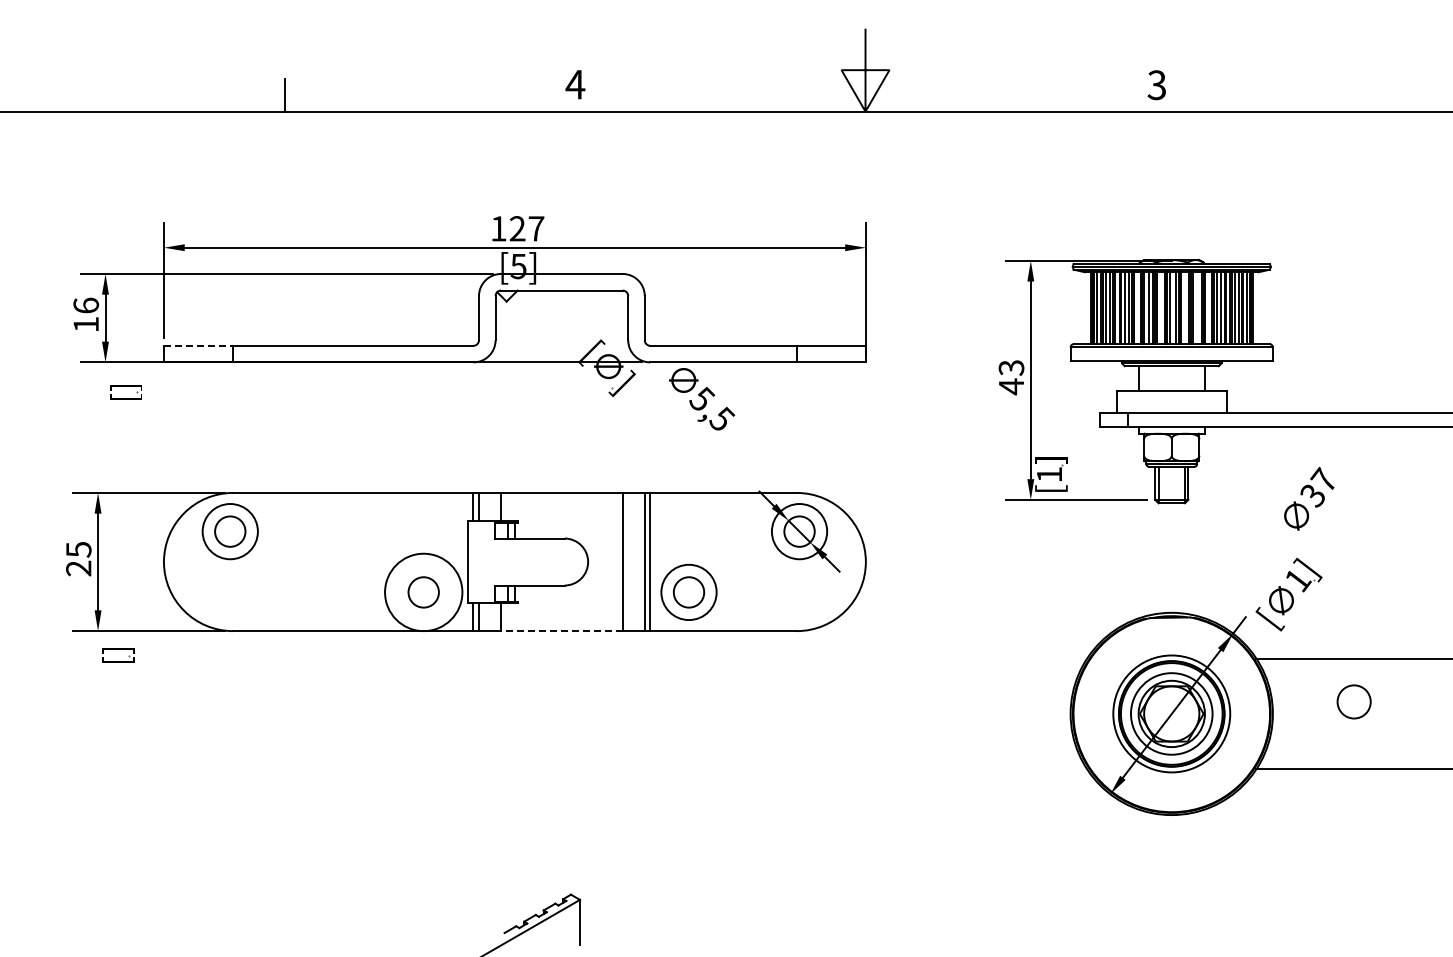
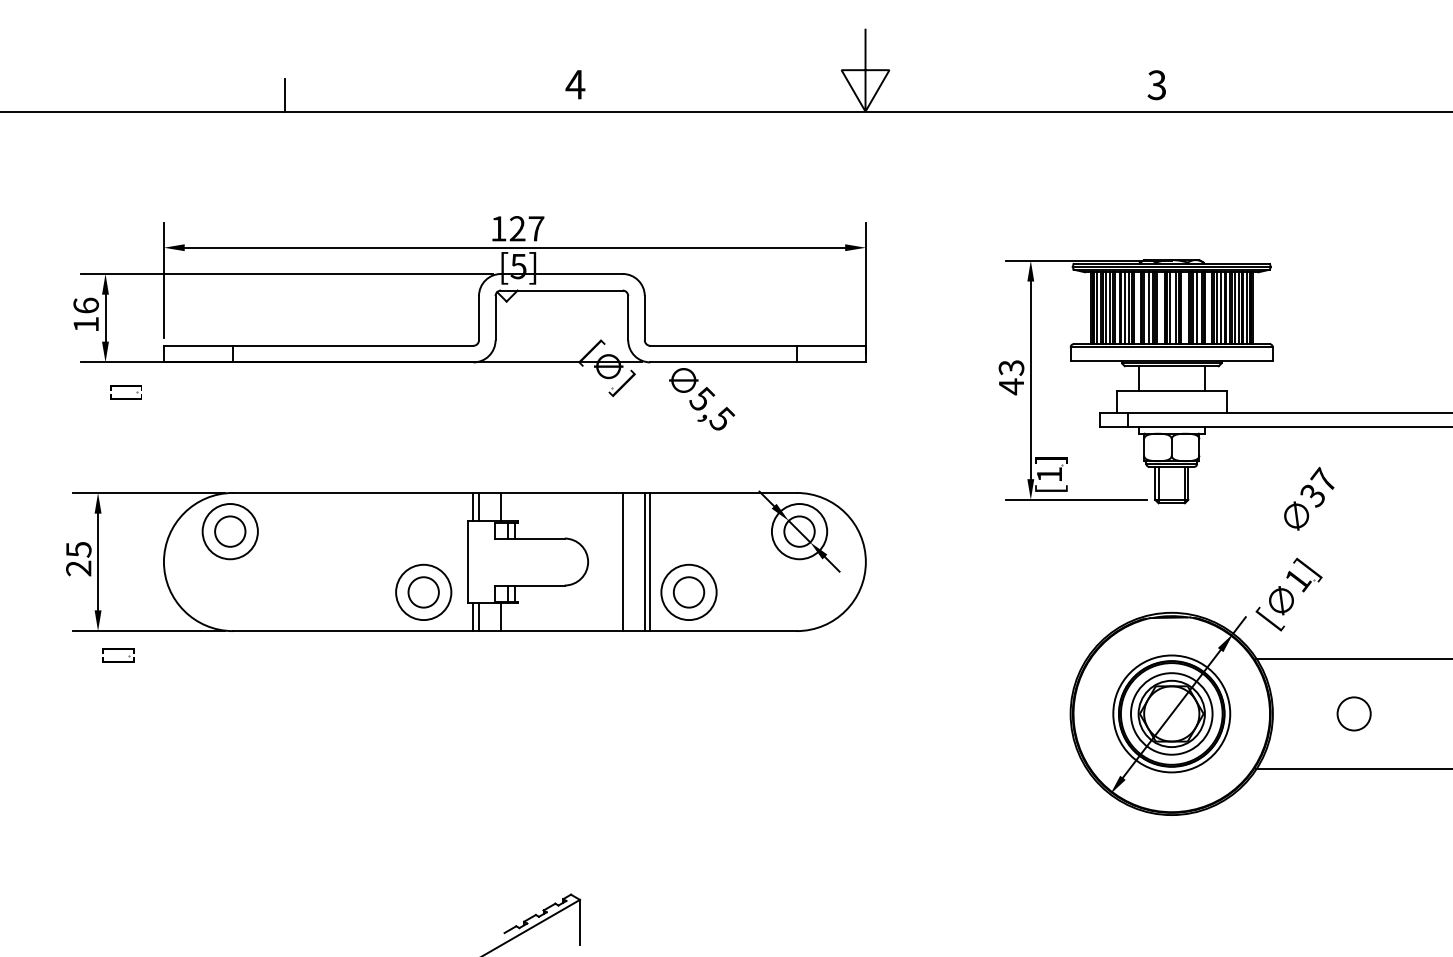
line at (1196, 308): none -> present
line at (198, 345): dashed -> solid
circle at (423, 592) diameter: 77 px -> 55 px
line at (561, 631): dashed -> solid
circle at (1353, 701) position: (1353, 701) -> (1353, 713)
